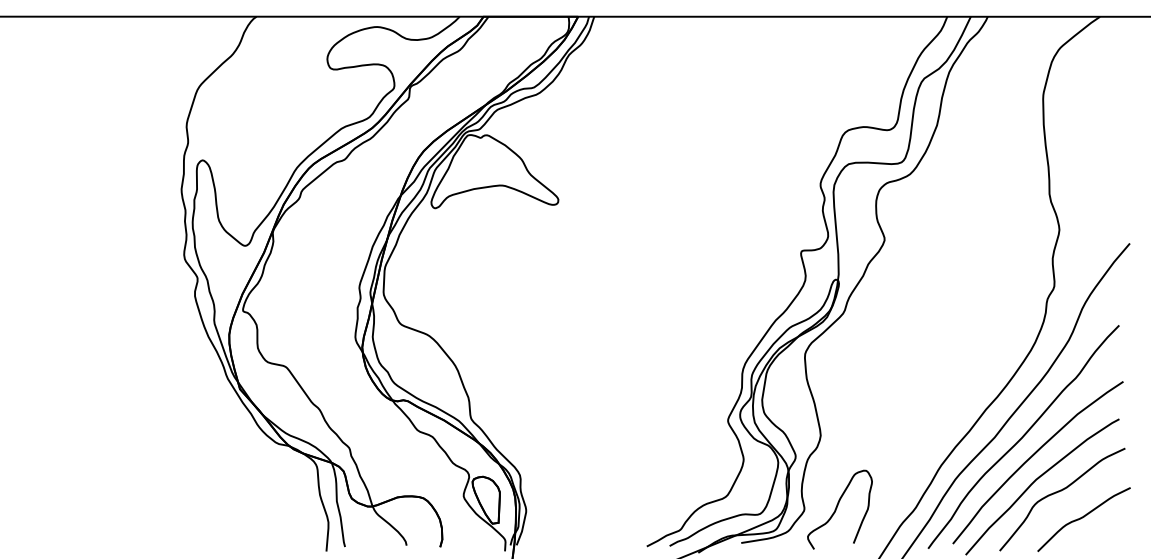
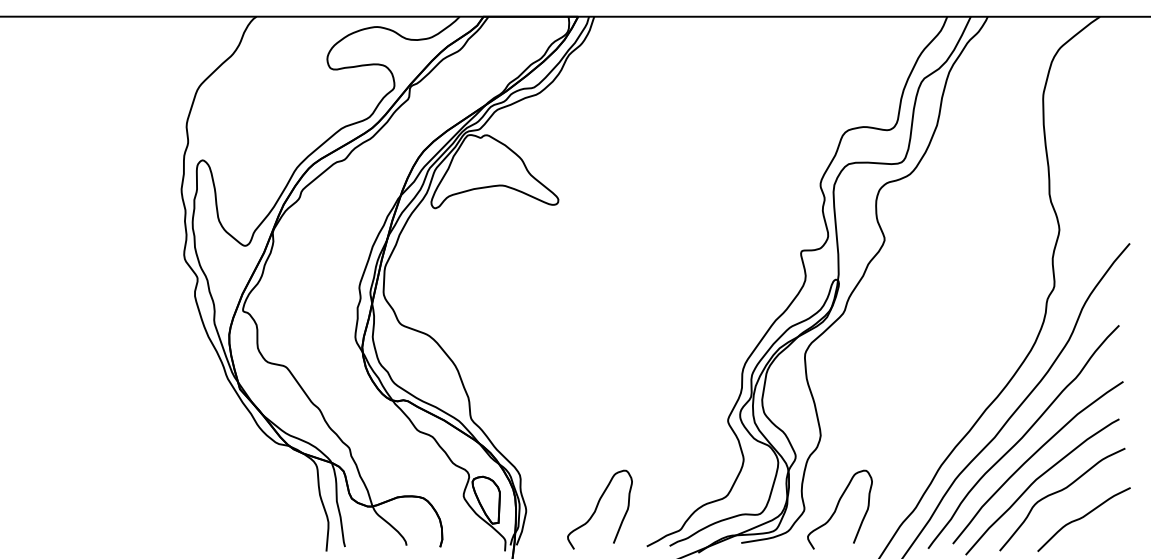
curve at (597, 508): none -> present
